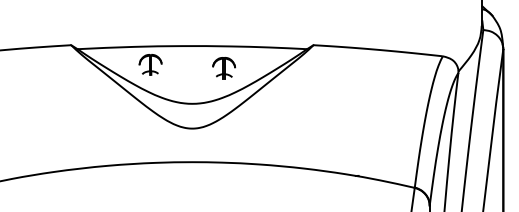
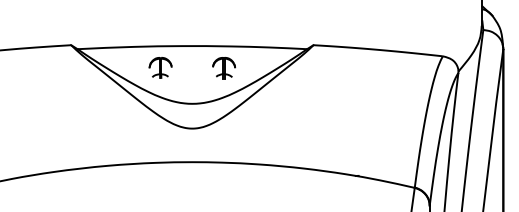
part at (150, 64) position: (150, 64) -> (160, 67)
